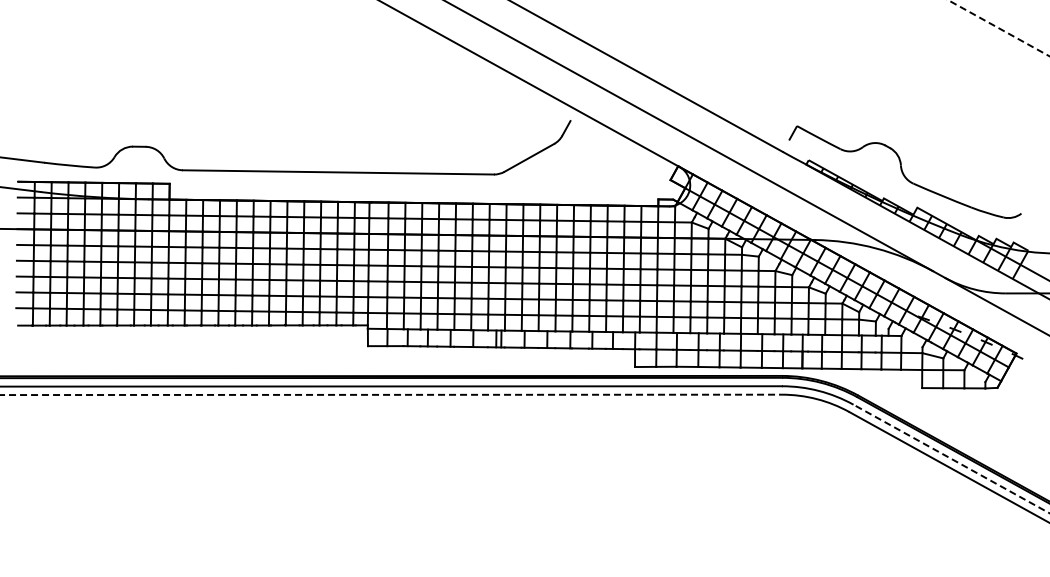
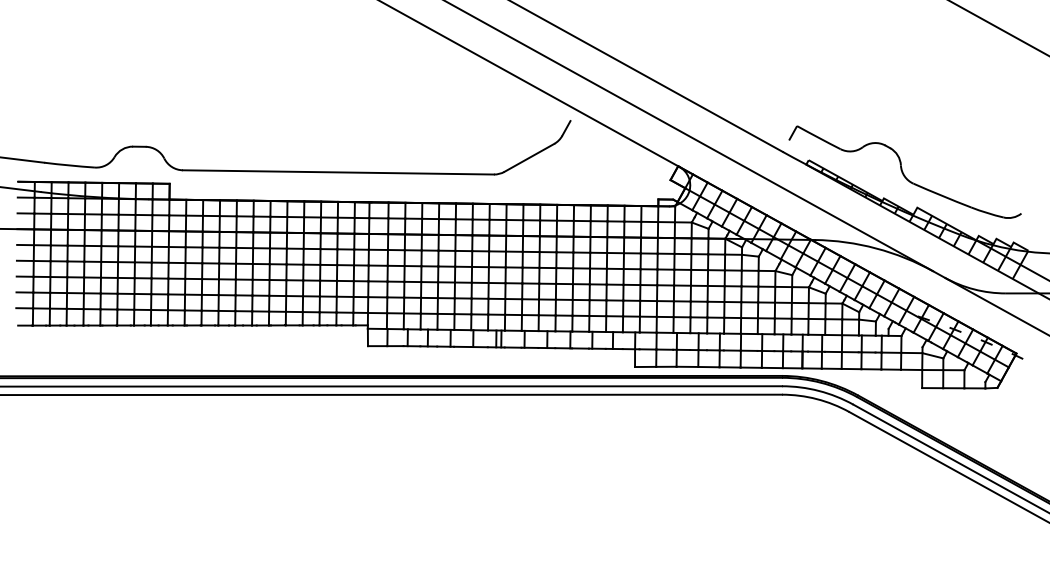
line at (998, 28): dashed -> solid
line at (391, 394): dashed -> solid
line at (951, 458): dashed -> solid
